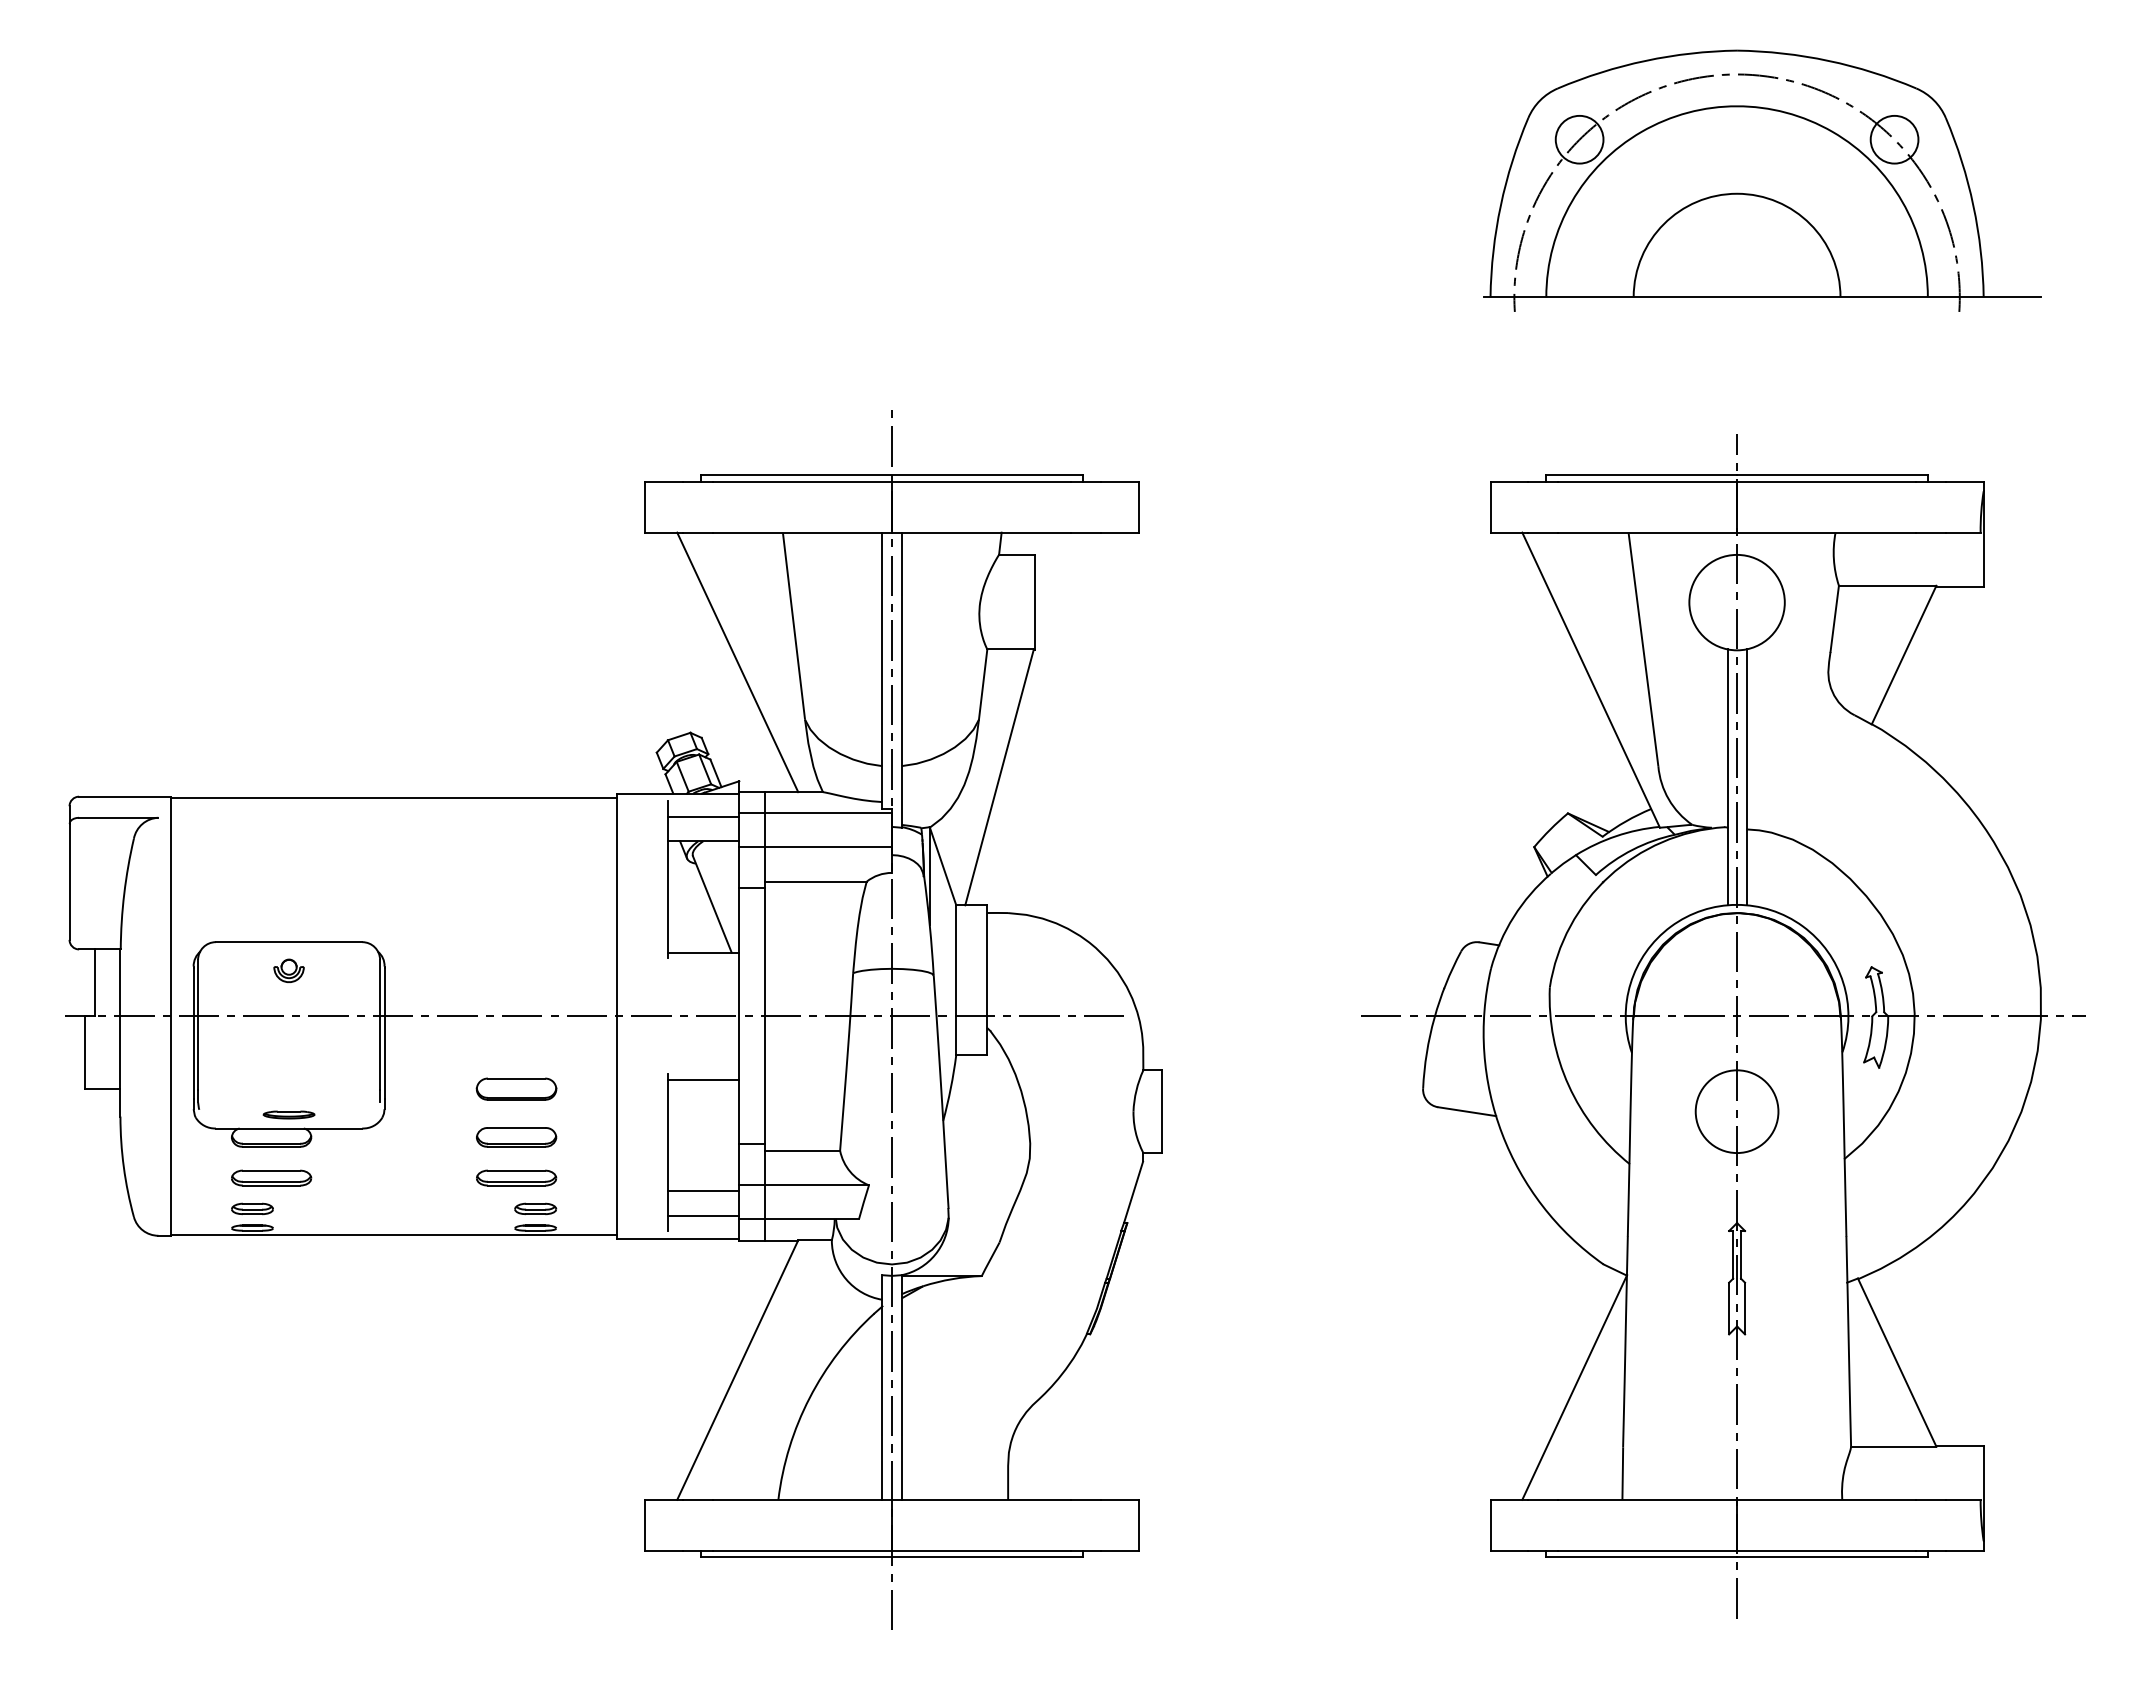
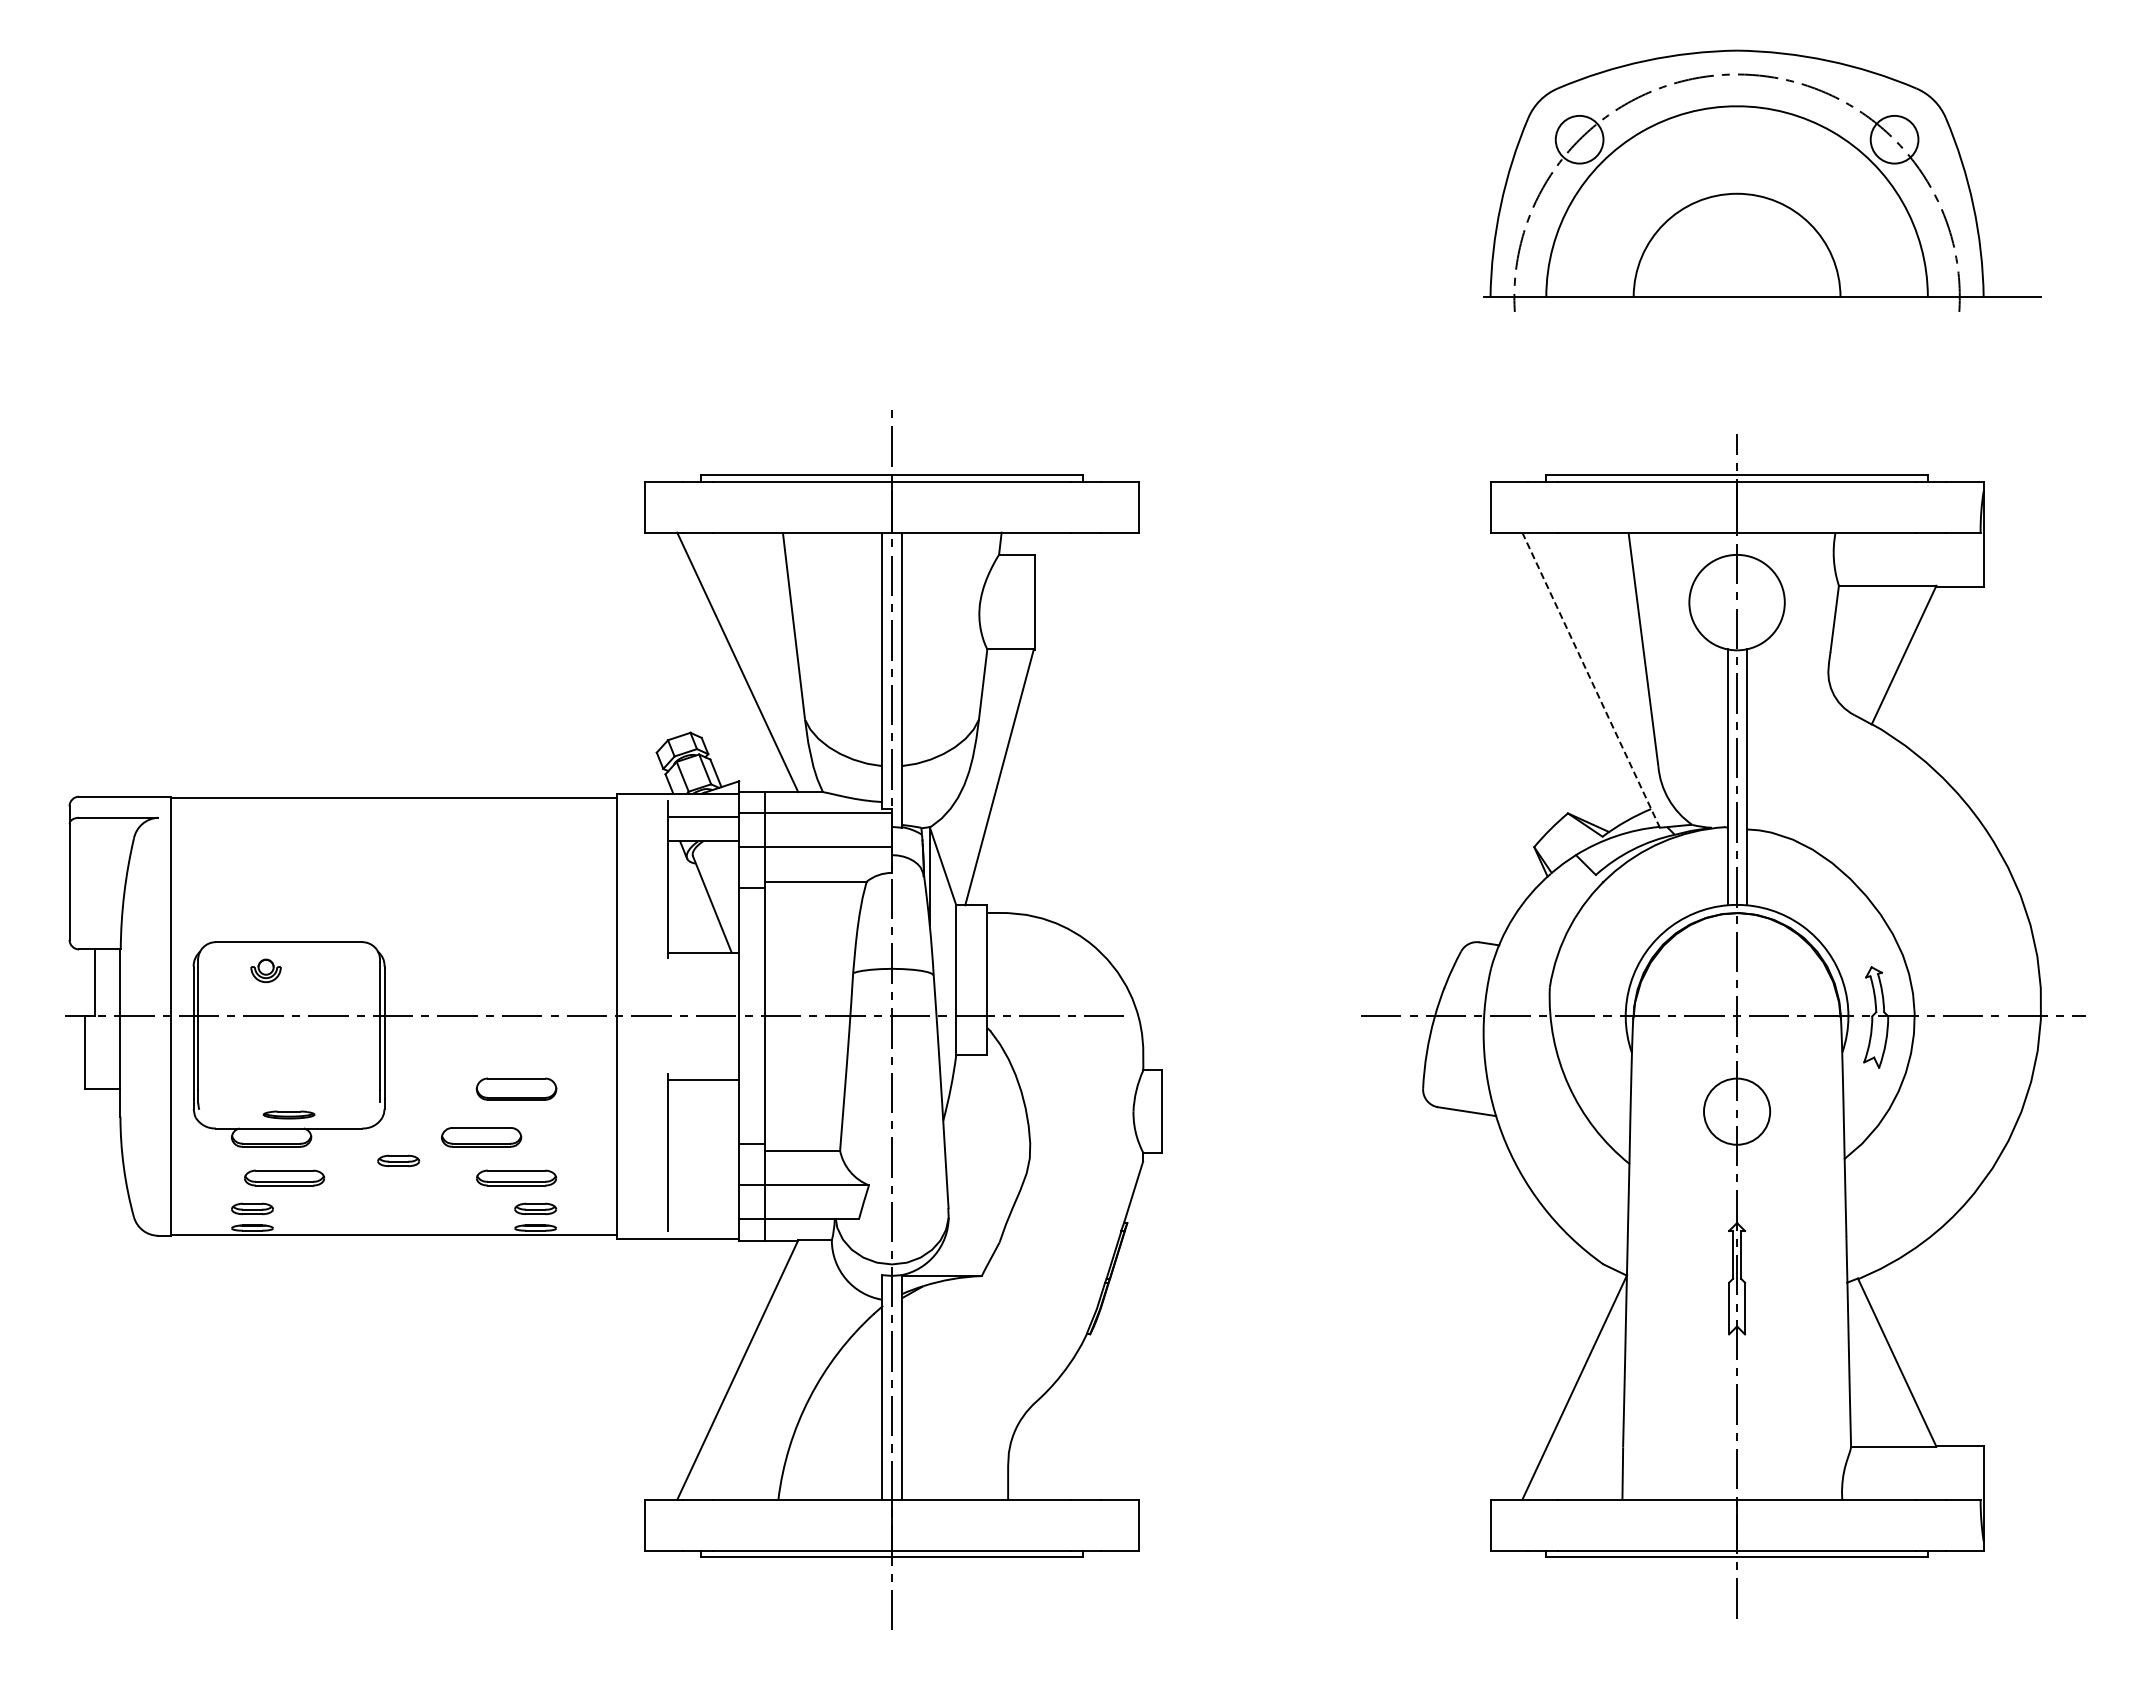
line at (1591, 680): solid -> dashed
part at (288, 970) position: (288, 970) -> (265, 970)
circle at (1736, 1111) diameter: 83 px -> 66 px
part at (516, 1137) position: (516, 1137) -> (481, 1137)
part at (398, 1160): none -> present
part at (271, 1177) position: (271, 1177) -> (284, 1177)
line at (703, 1191): present -> none
line at (703, 1215): present -> none
